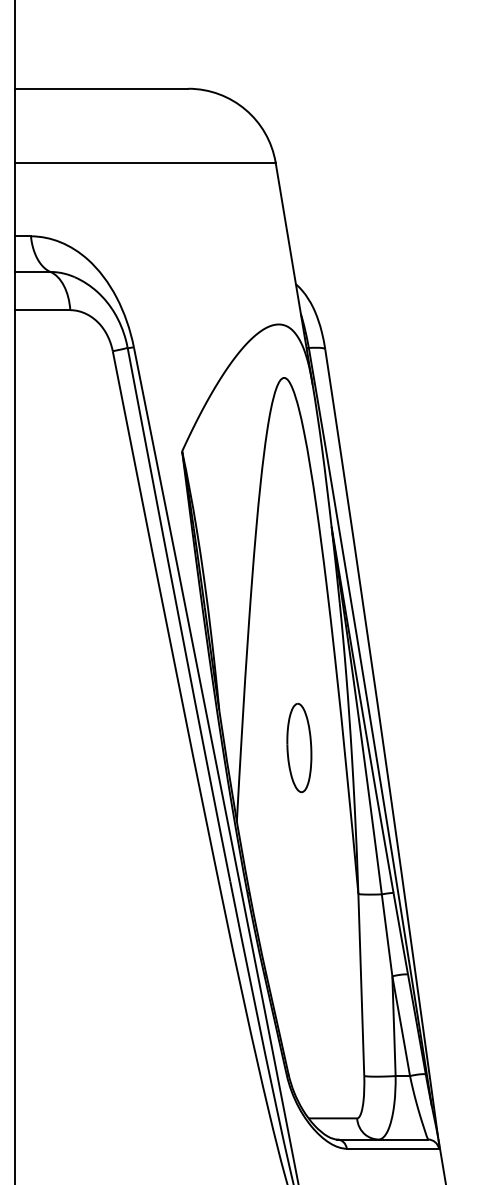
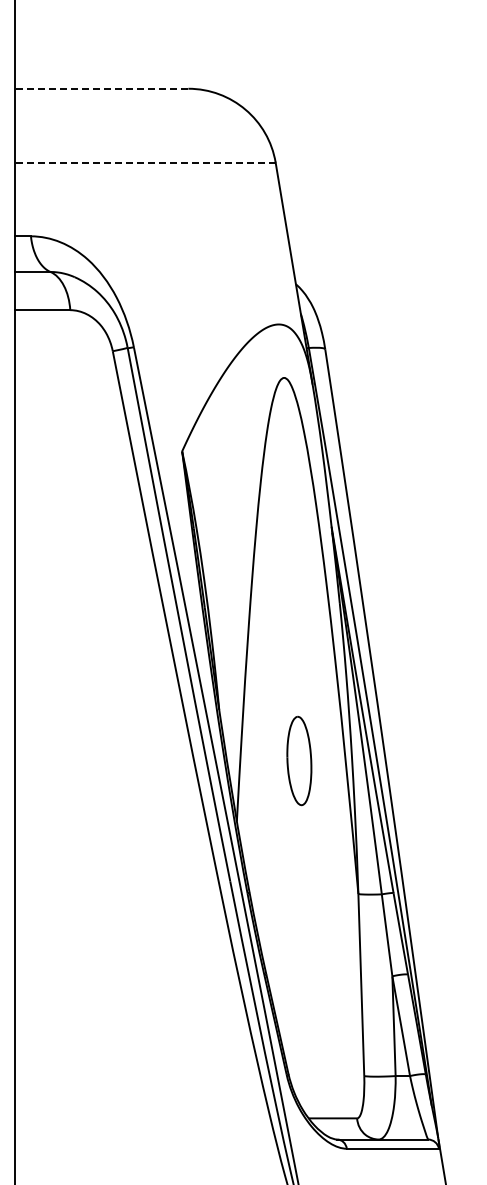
line at (101, 88): solid -> dashed
line at (144, 162): solid -> dashed
part at (299, 747) position: (299, 747) -> (299, 760)
